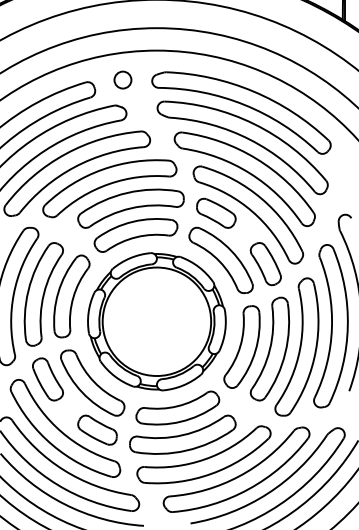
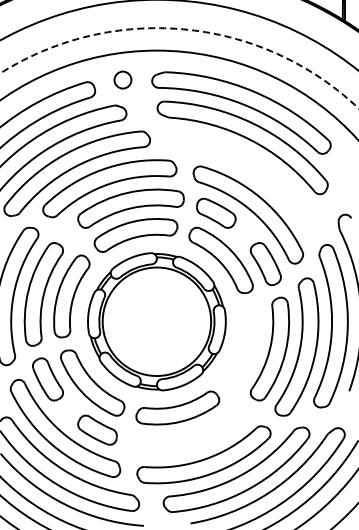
circle at (179, 68): solid -> dashed
part at (246, 172): present -> none
part at (241, 346): present -> none
part at (182, 434): present -> none
